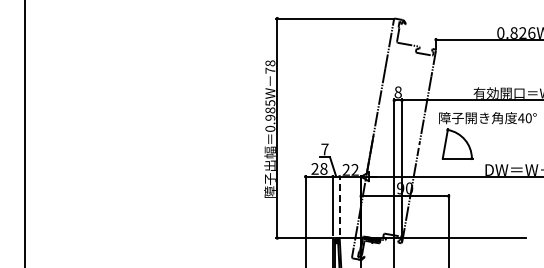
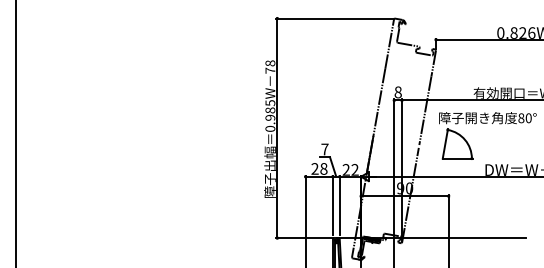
text at (521, 118): 40° -> 80°
line at (25, 133) position: (25, 133) -> (16, 133)
line at (339, 205): dashed -> solid
